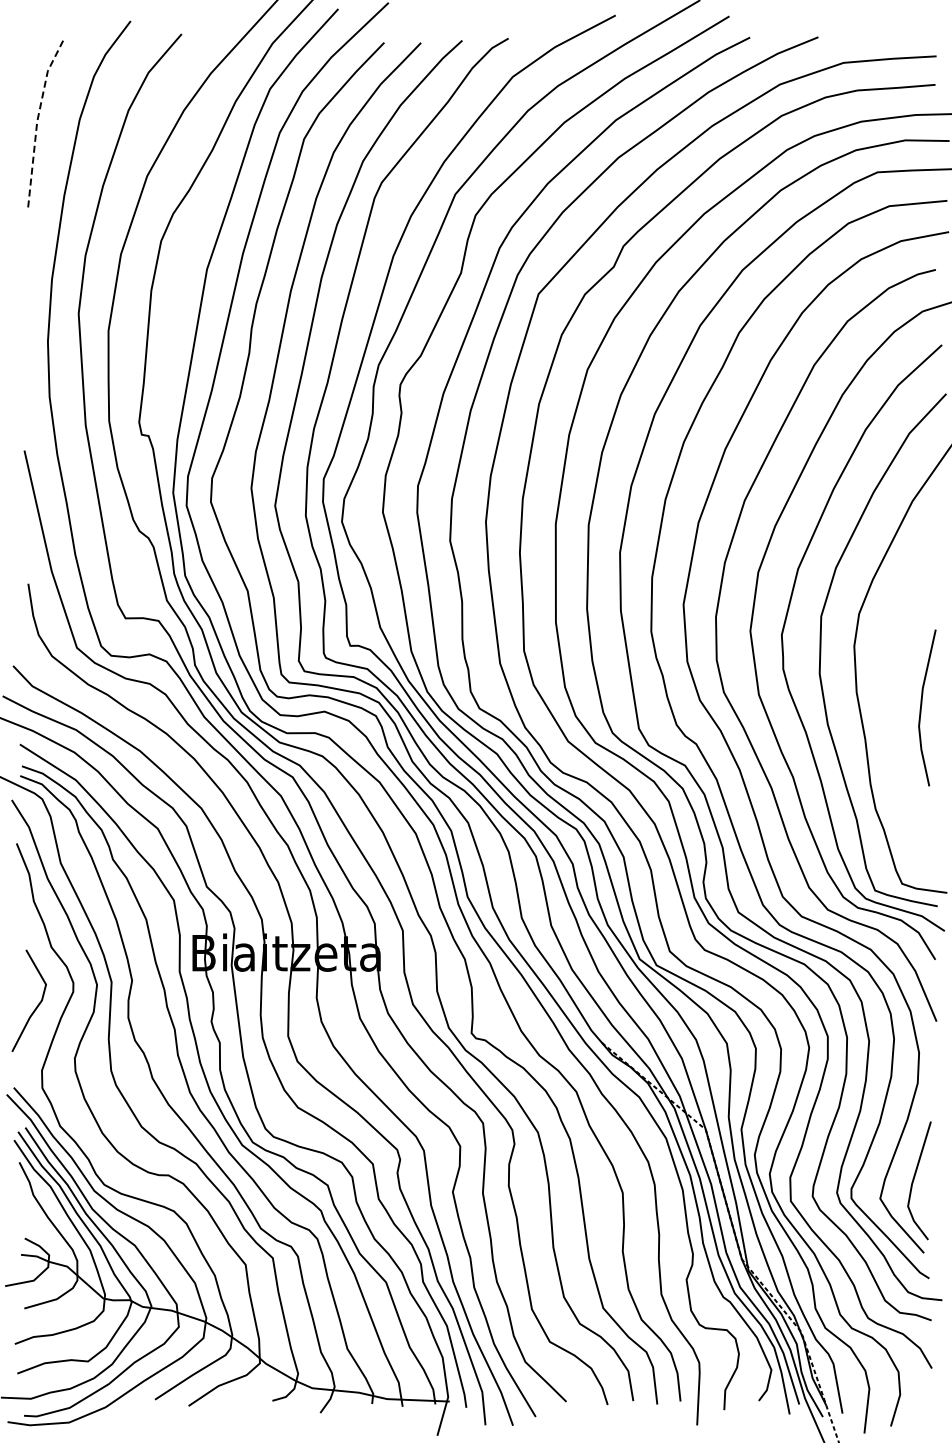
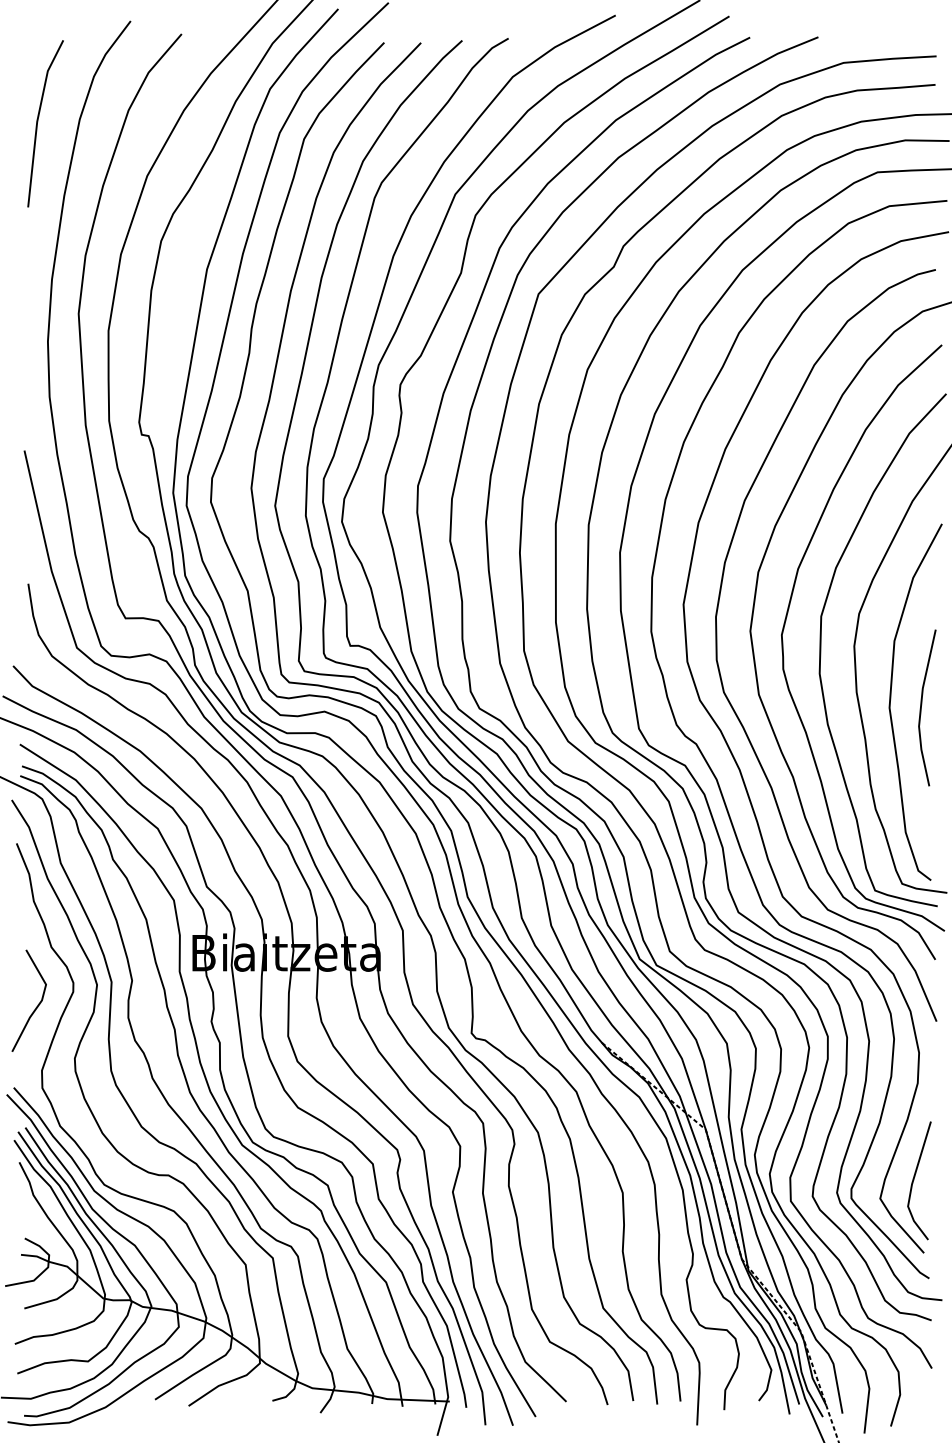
line at (37, 121): dashed -> solid
curve at (891, 699): none -> present
